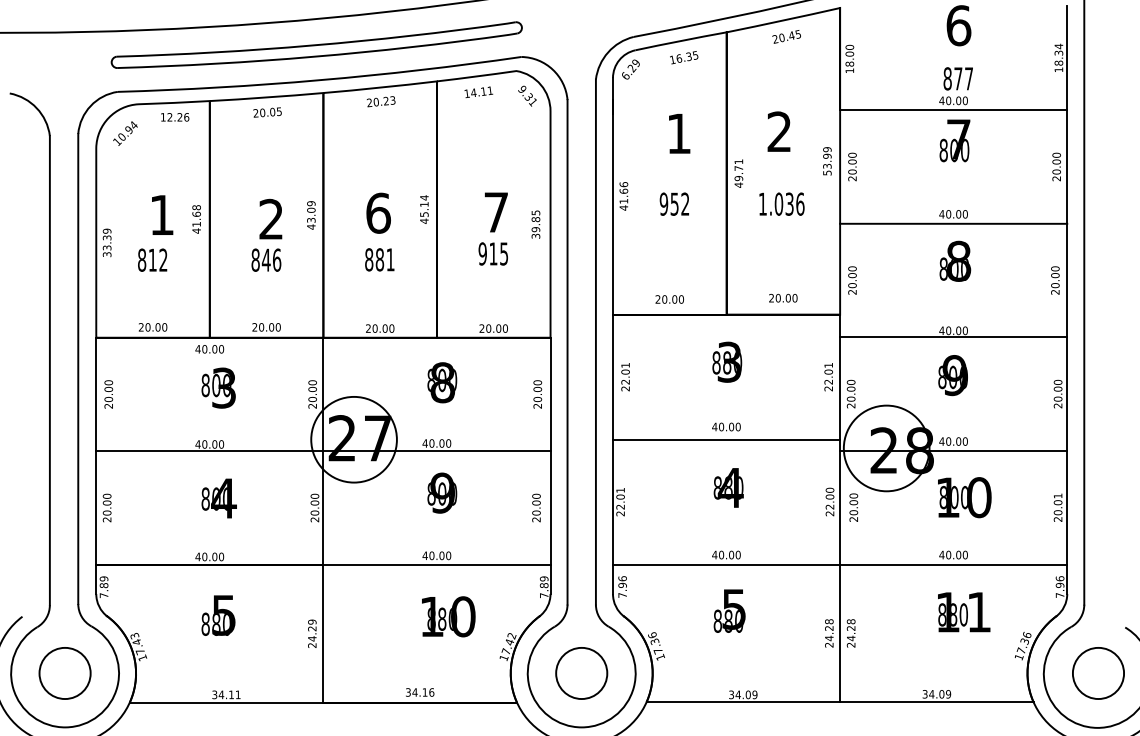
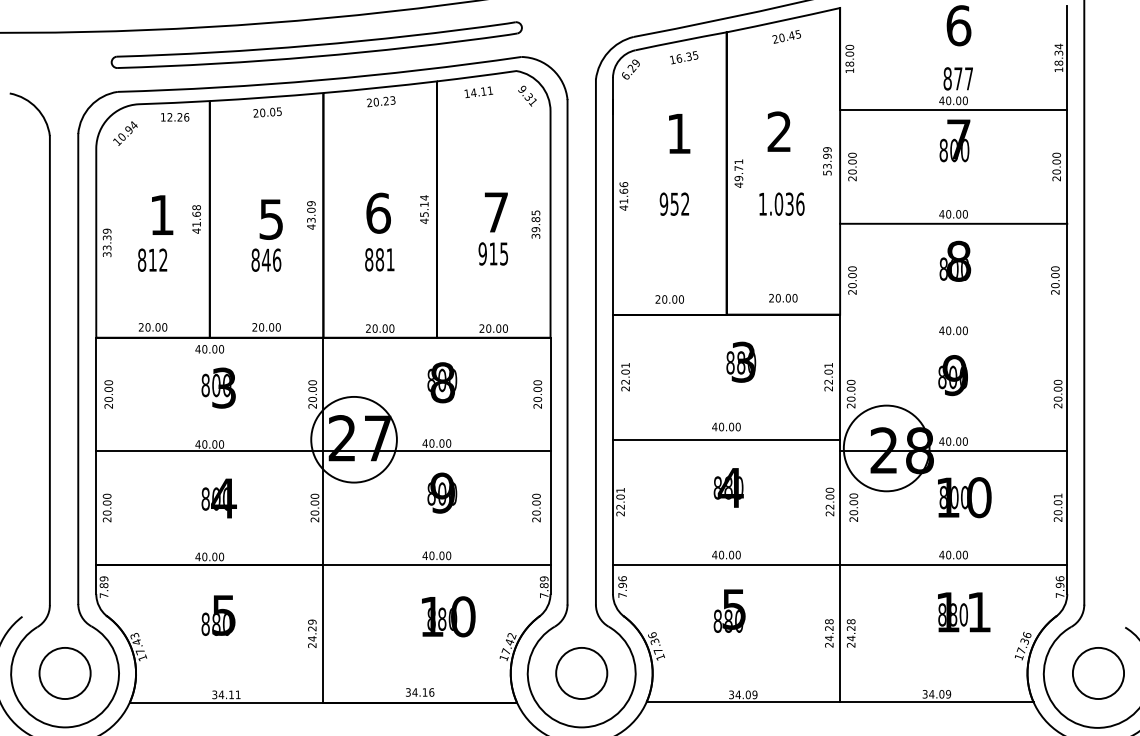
text at (270, 218): 2 -> 5
line at (953, 337): present -> none
text at (727, 361) position: (727, 361) -> (741, 361)
